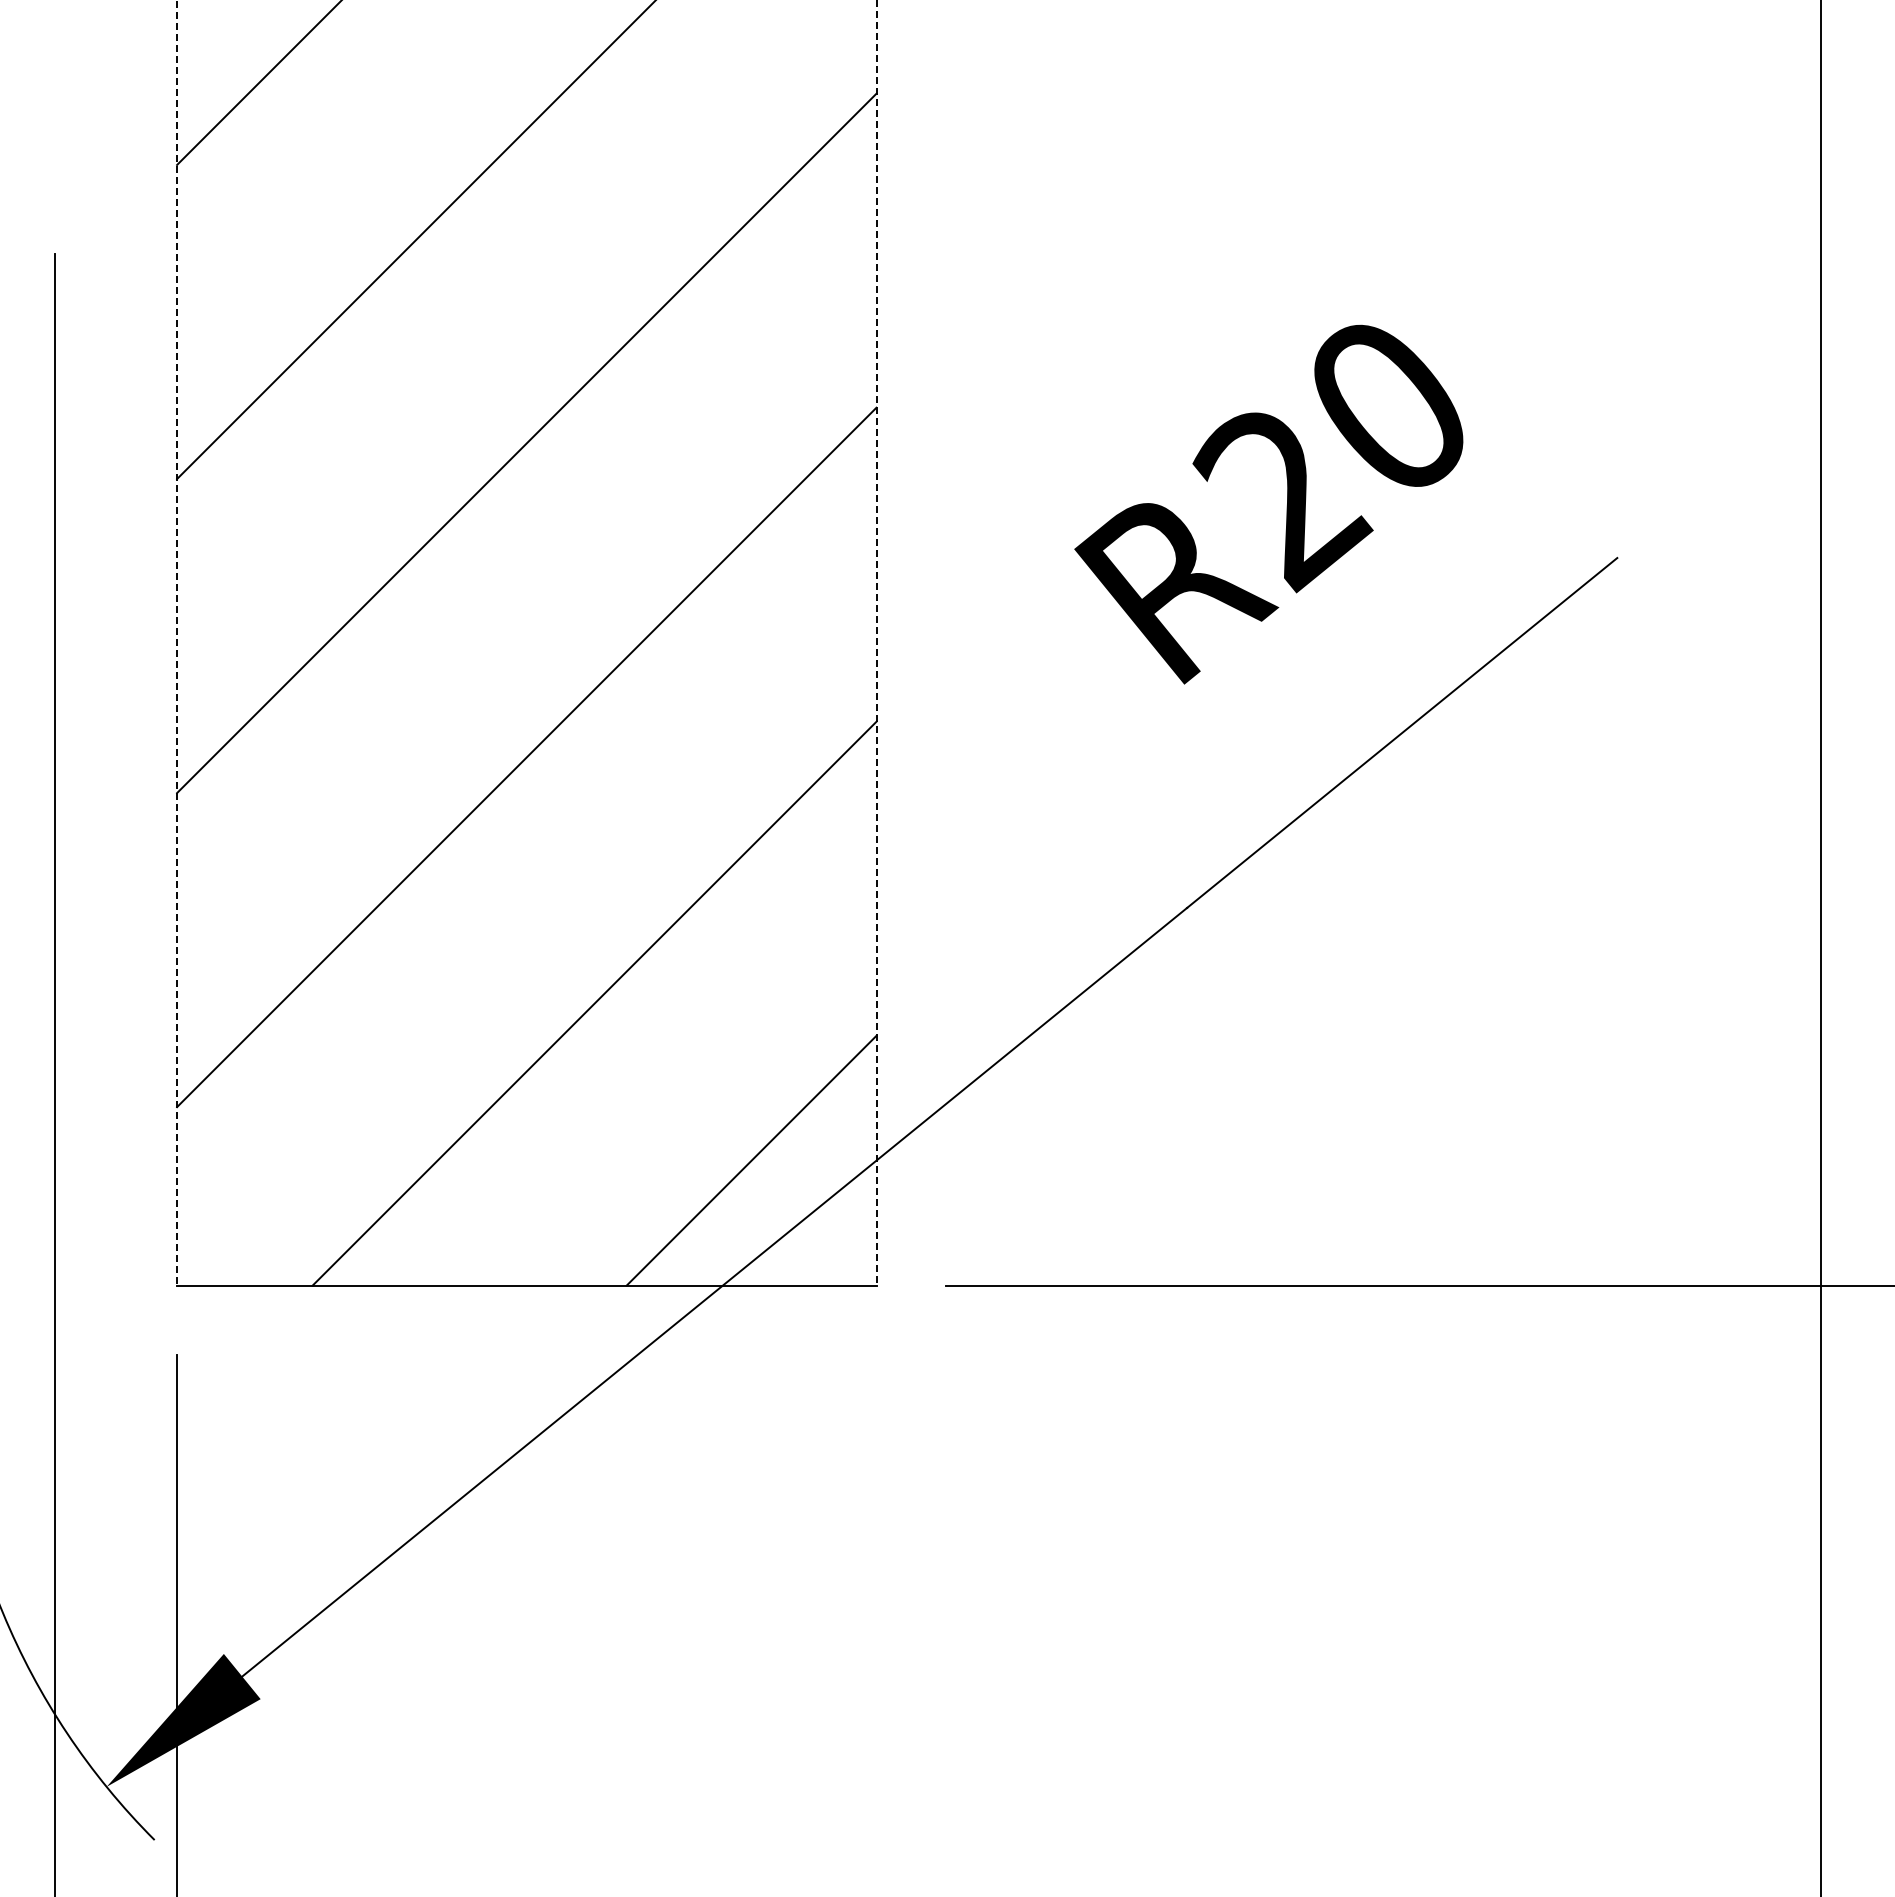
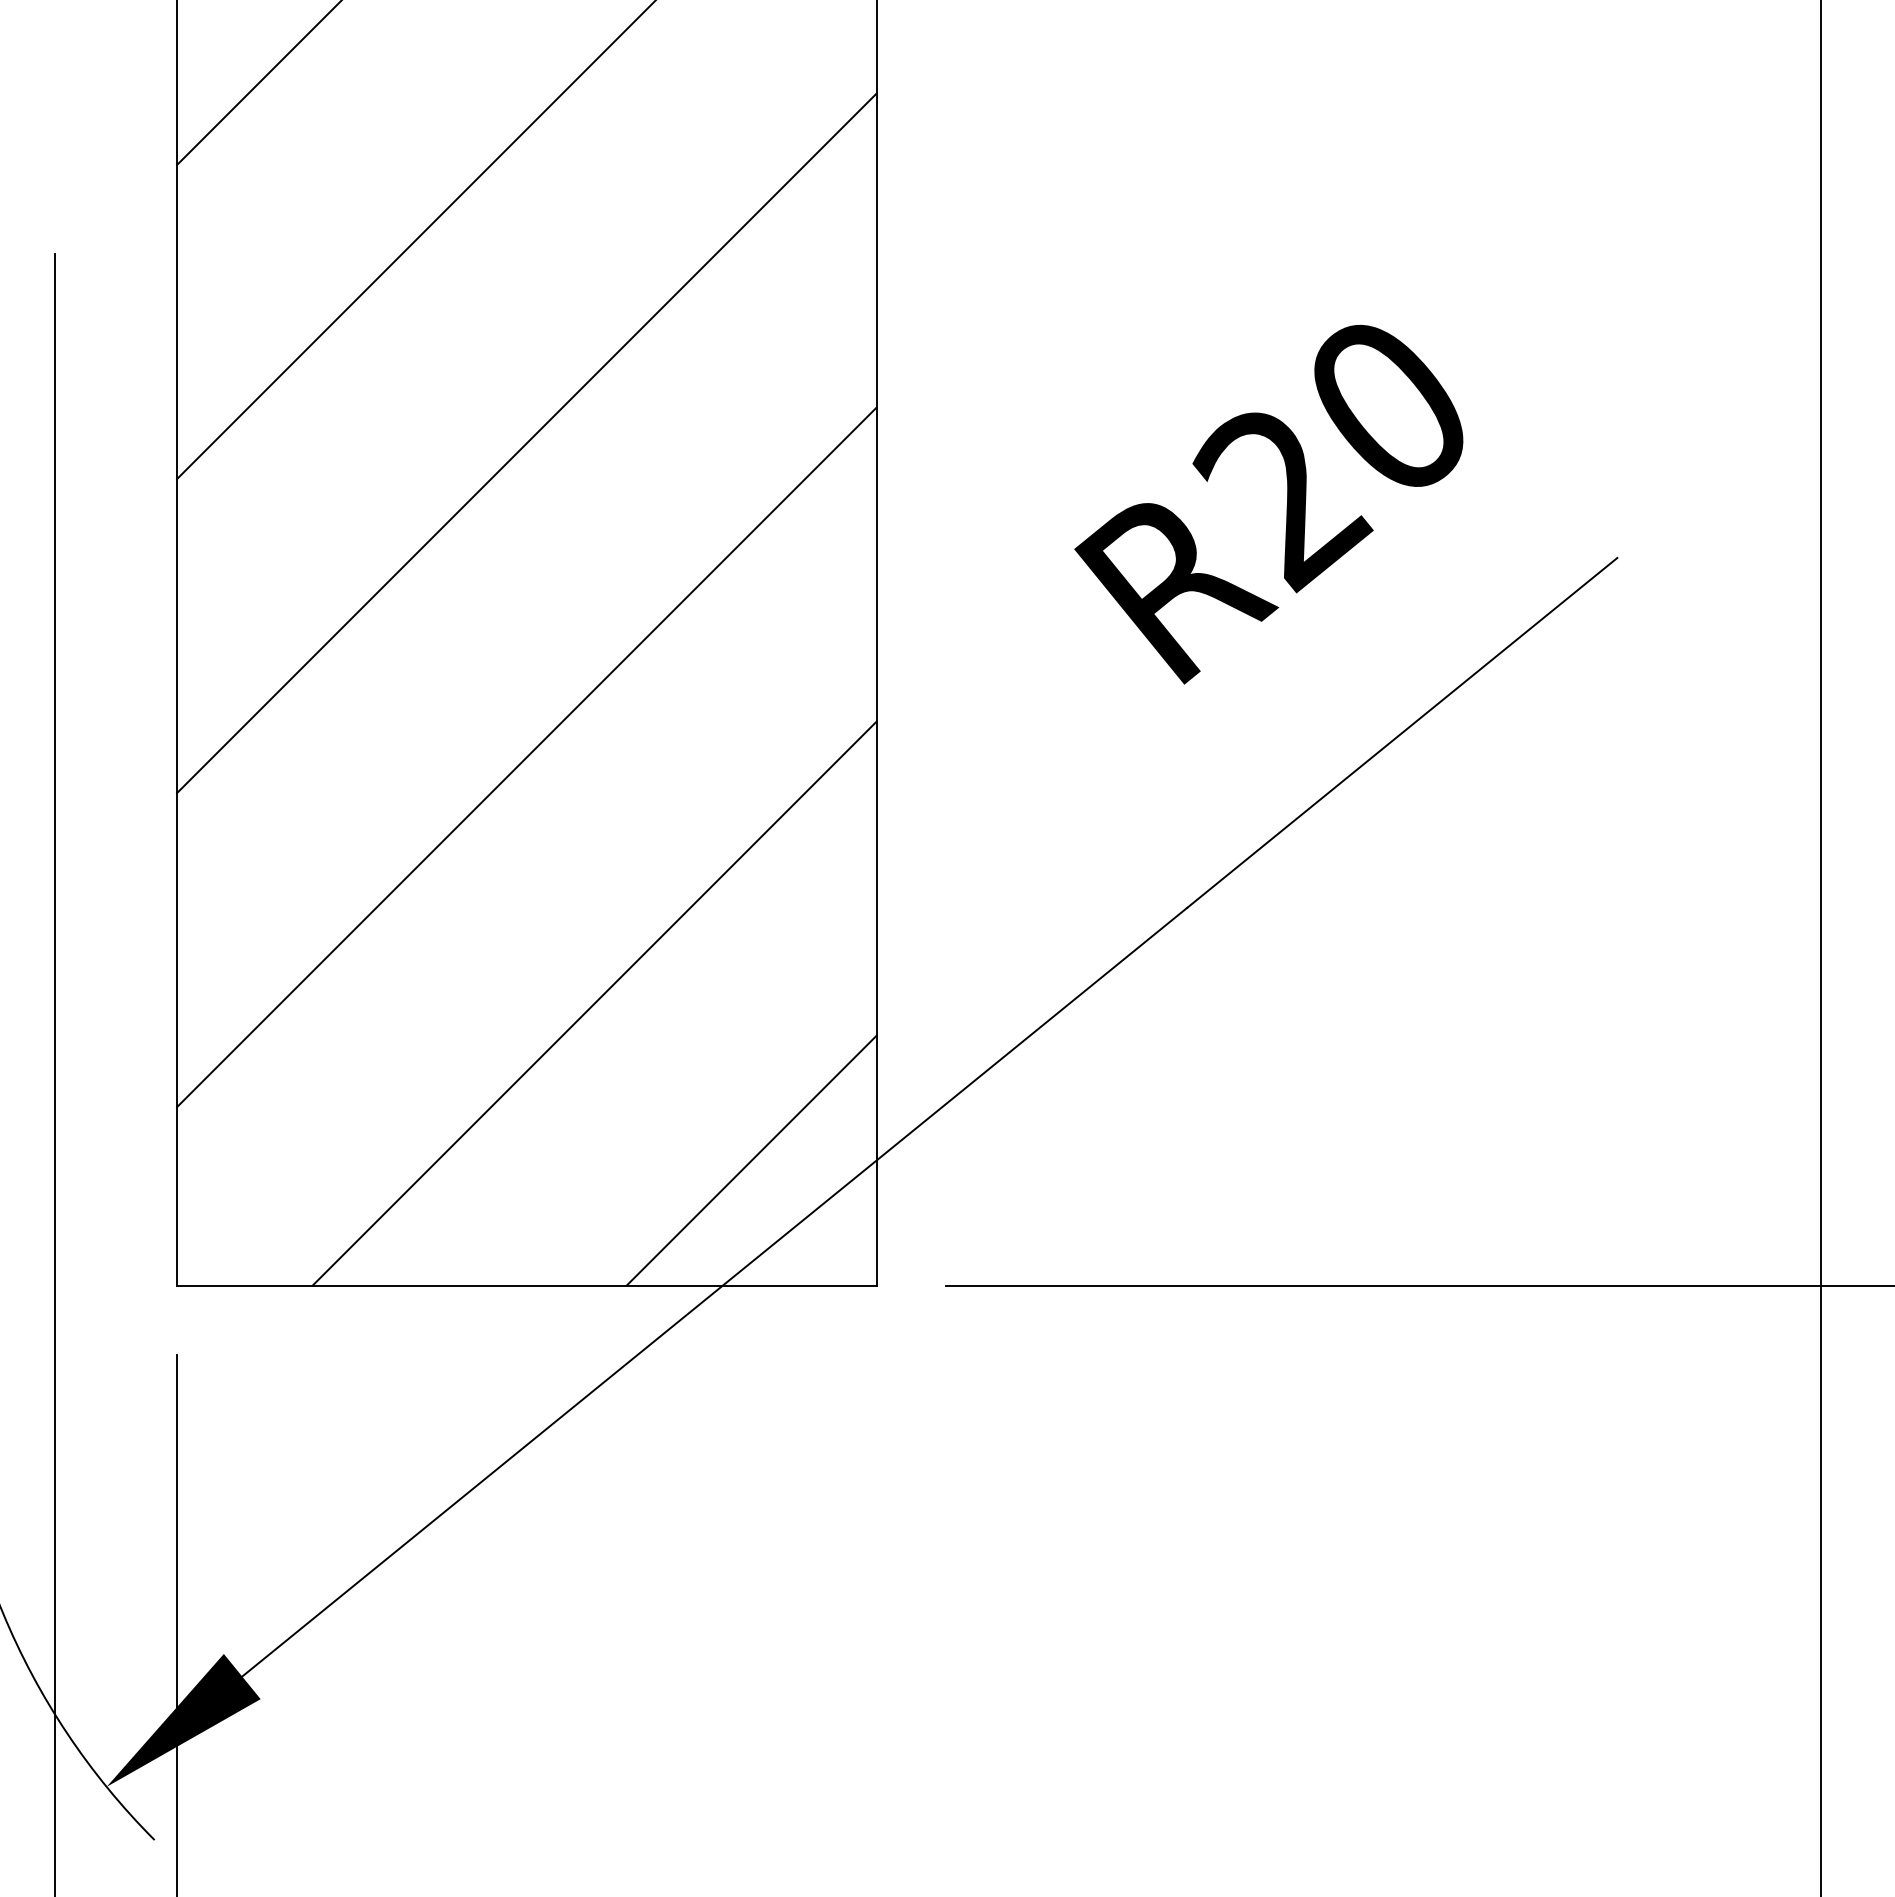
line at (177, 642): dashed -> solid
line at (876, 643): dashed -> solid
